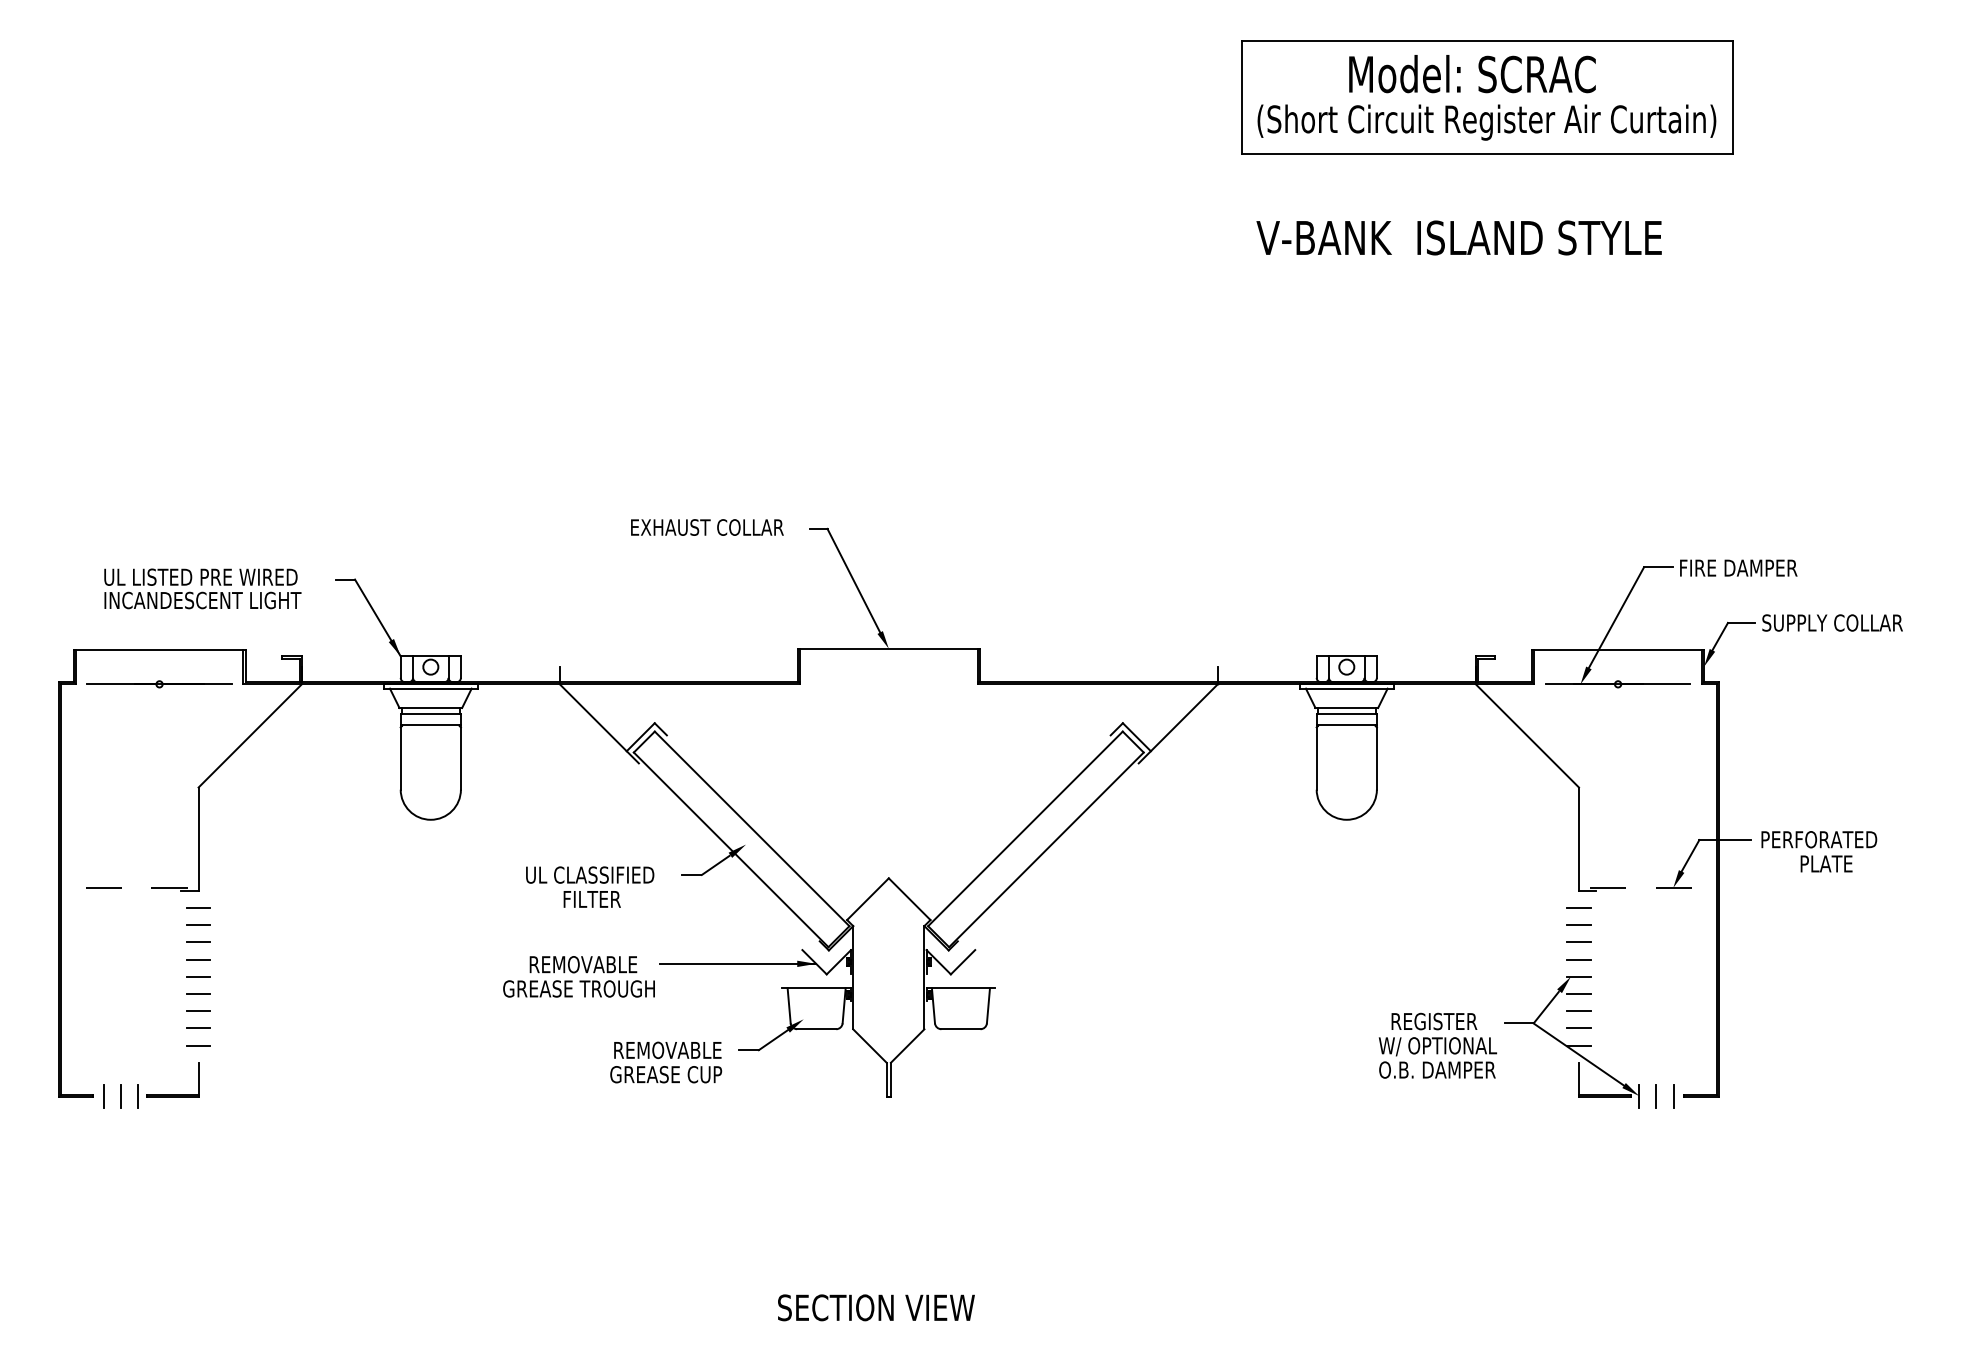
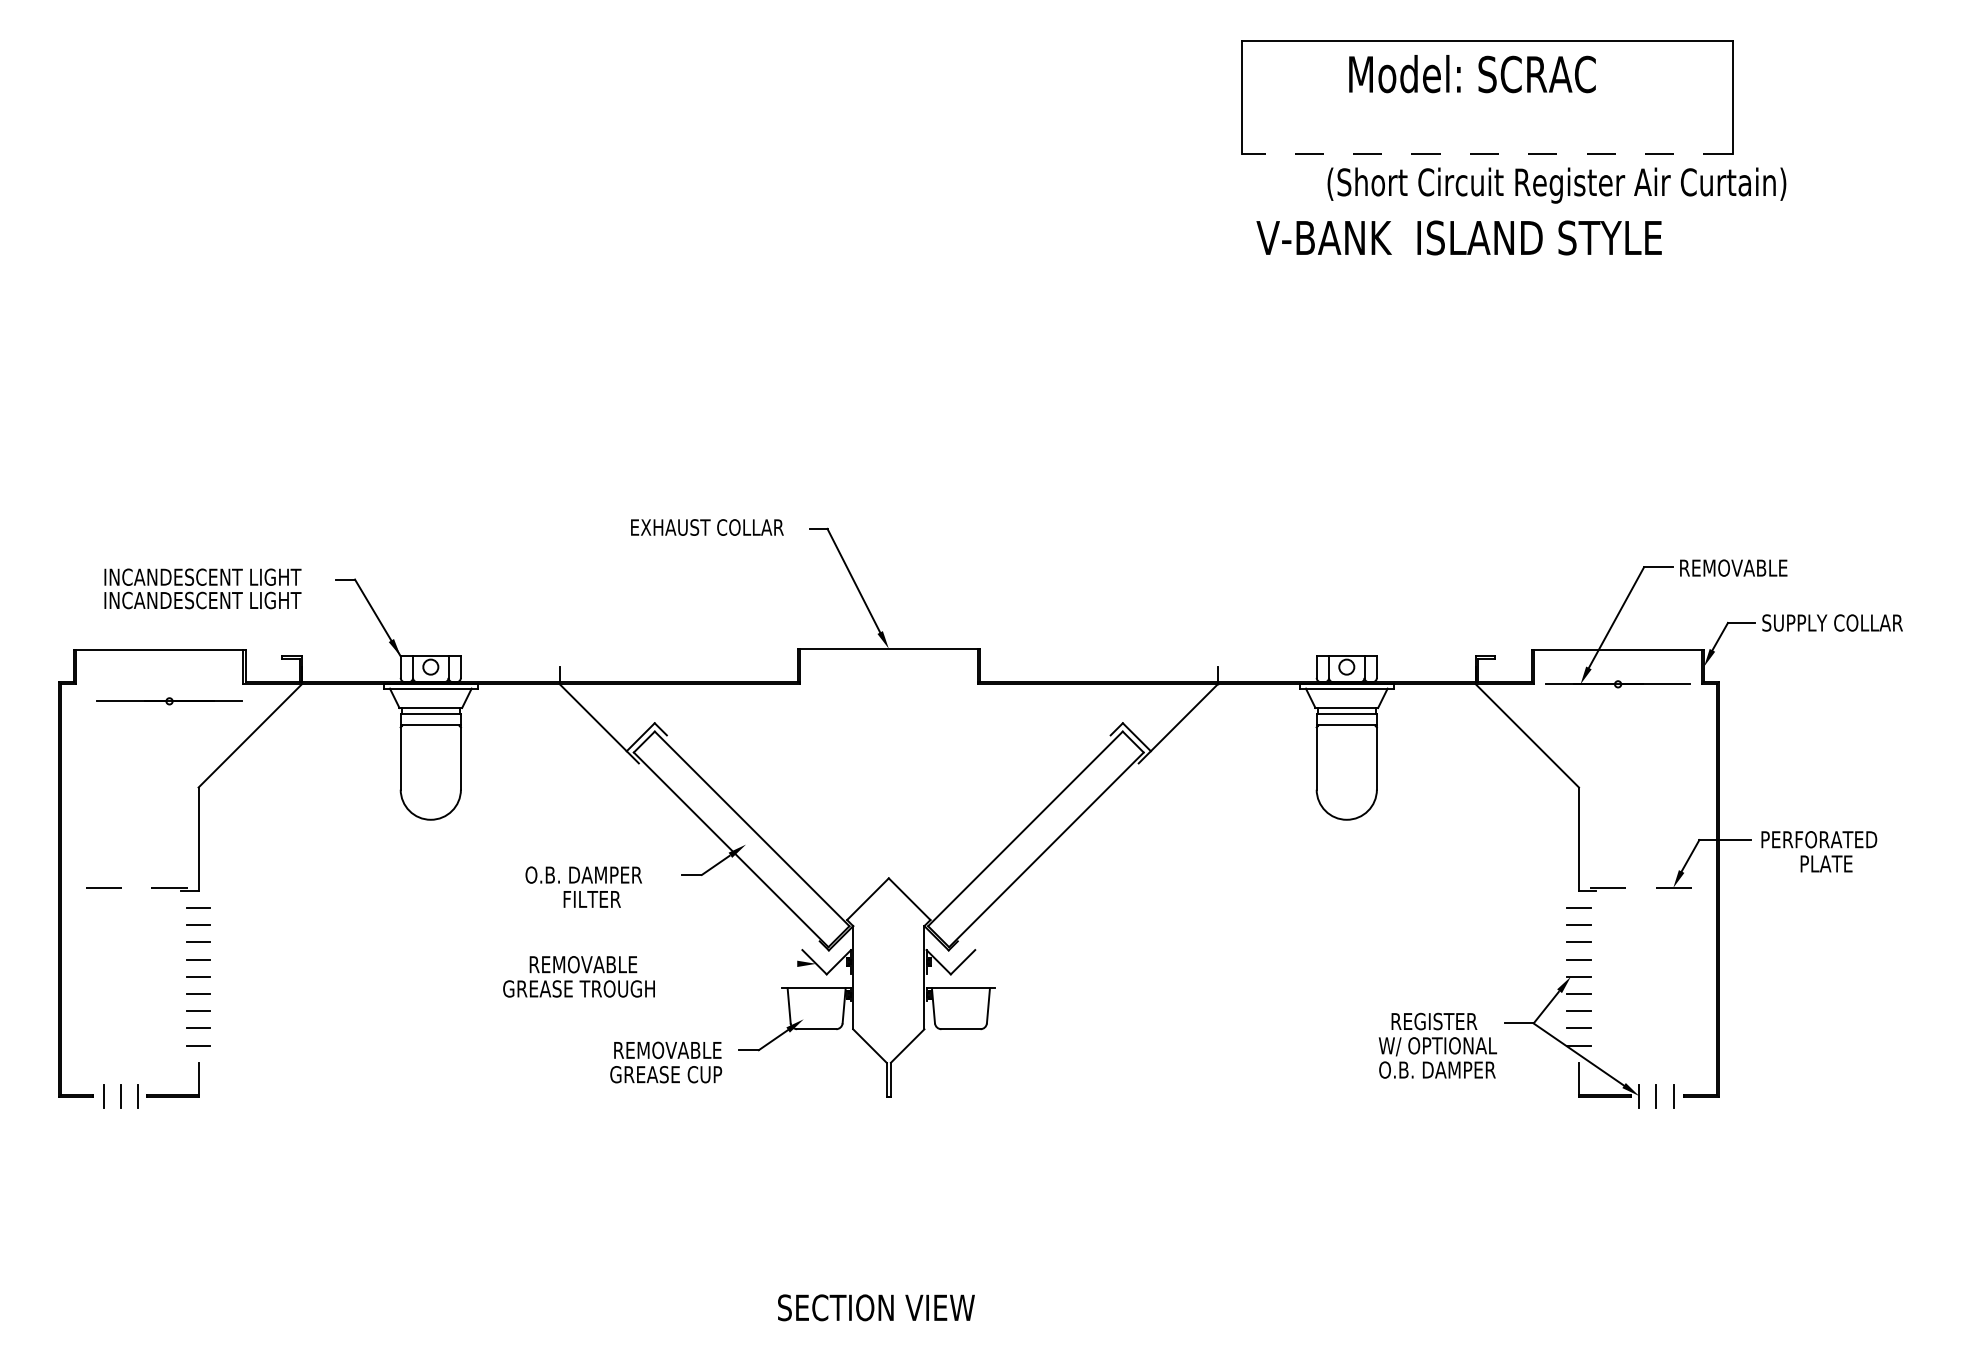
text at (1486, 122) position: (1486, 122) -> (1556, 185)
line at (1486, 153): solid -> dashed
text at (1739, 567): FIRE DAMPER -> REMOVABLE
text at (202, 576): UL LISTED PRE WIRED -> INCANDESCENT LIGHT
part at (159, 684) position: (159, 684) -> (169, 701)
text at (589, 874): UL CLASSIFIED -> O.B. DAMPER
line at (738, 963): present -> none
